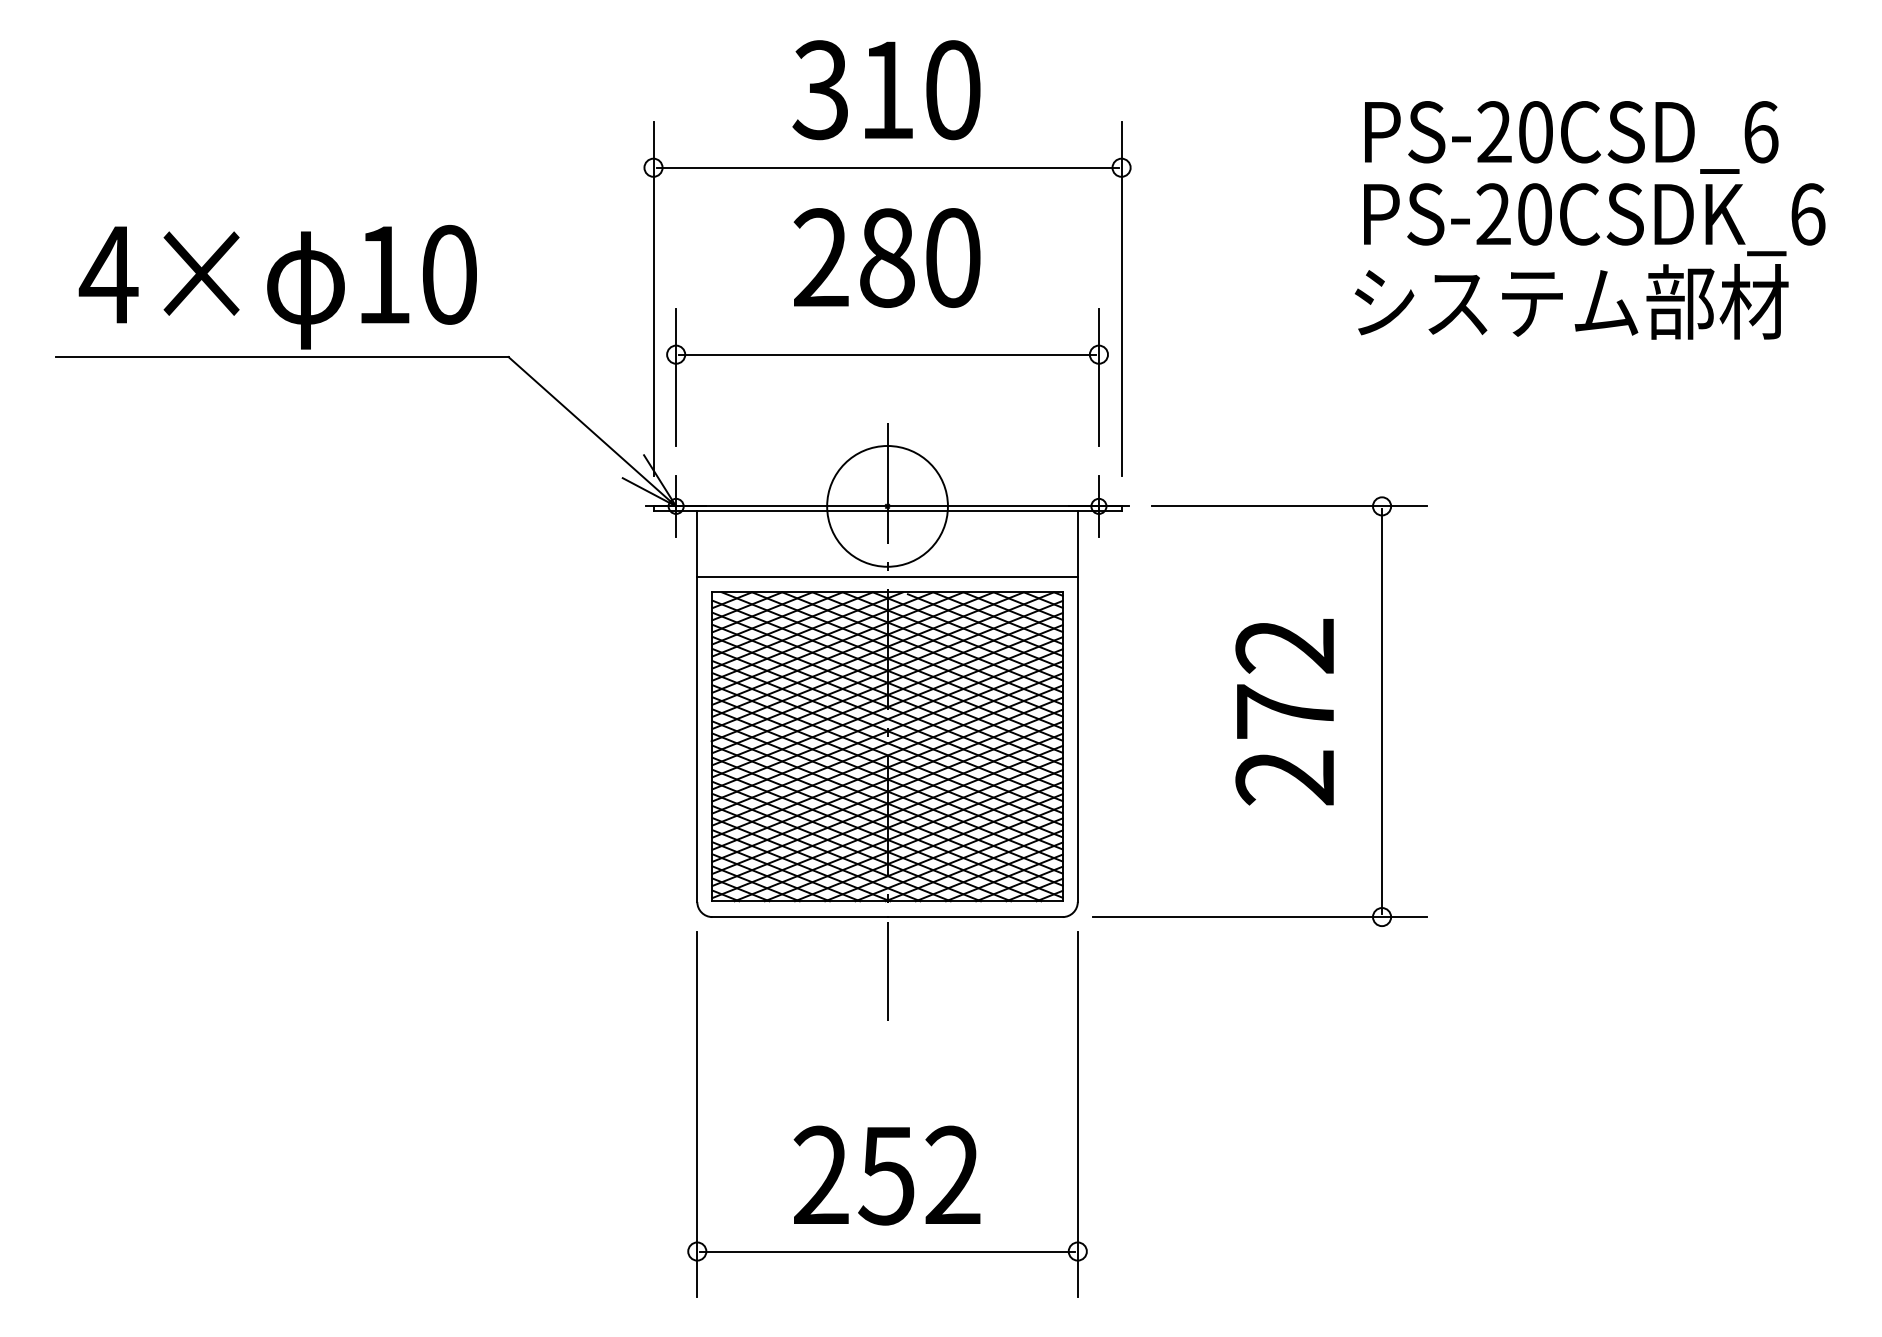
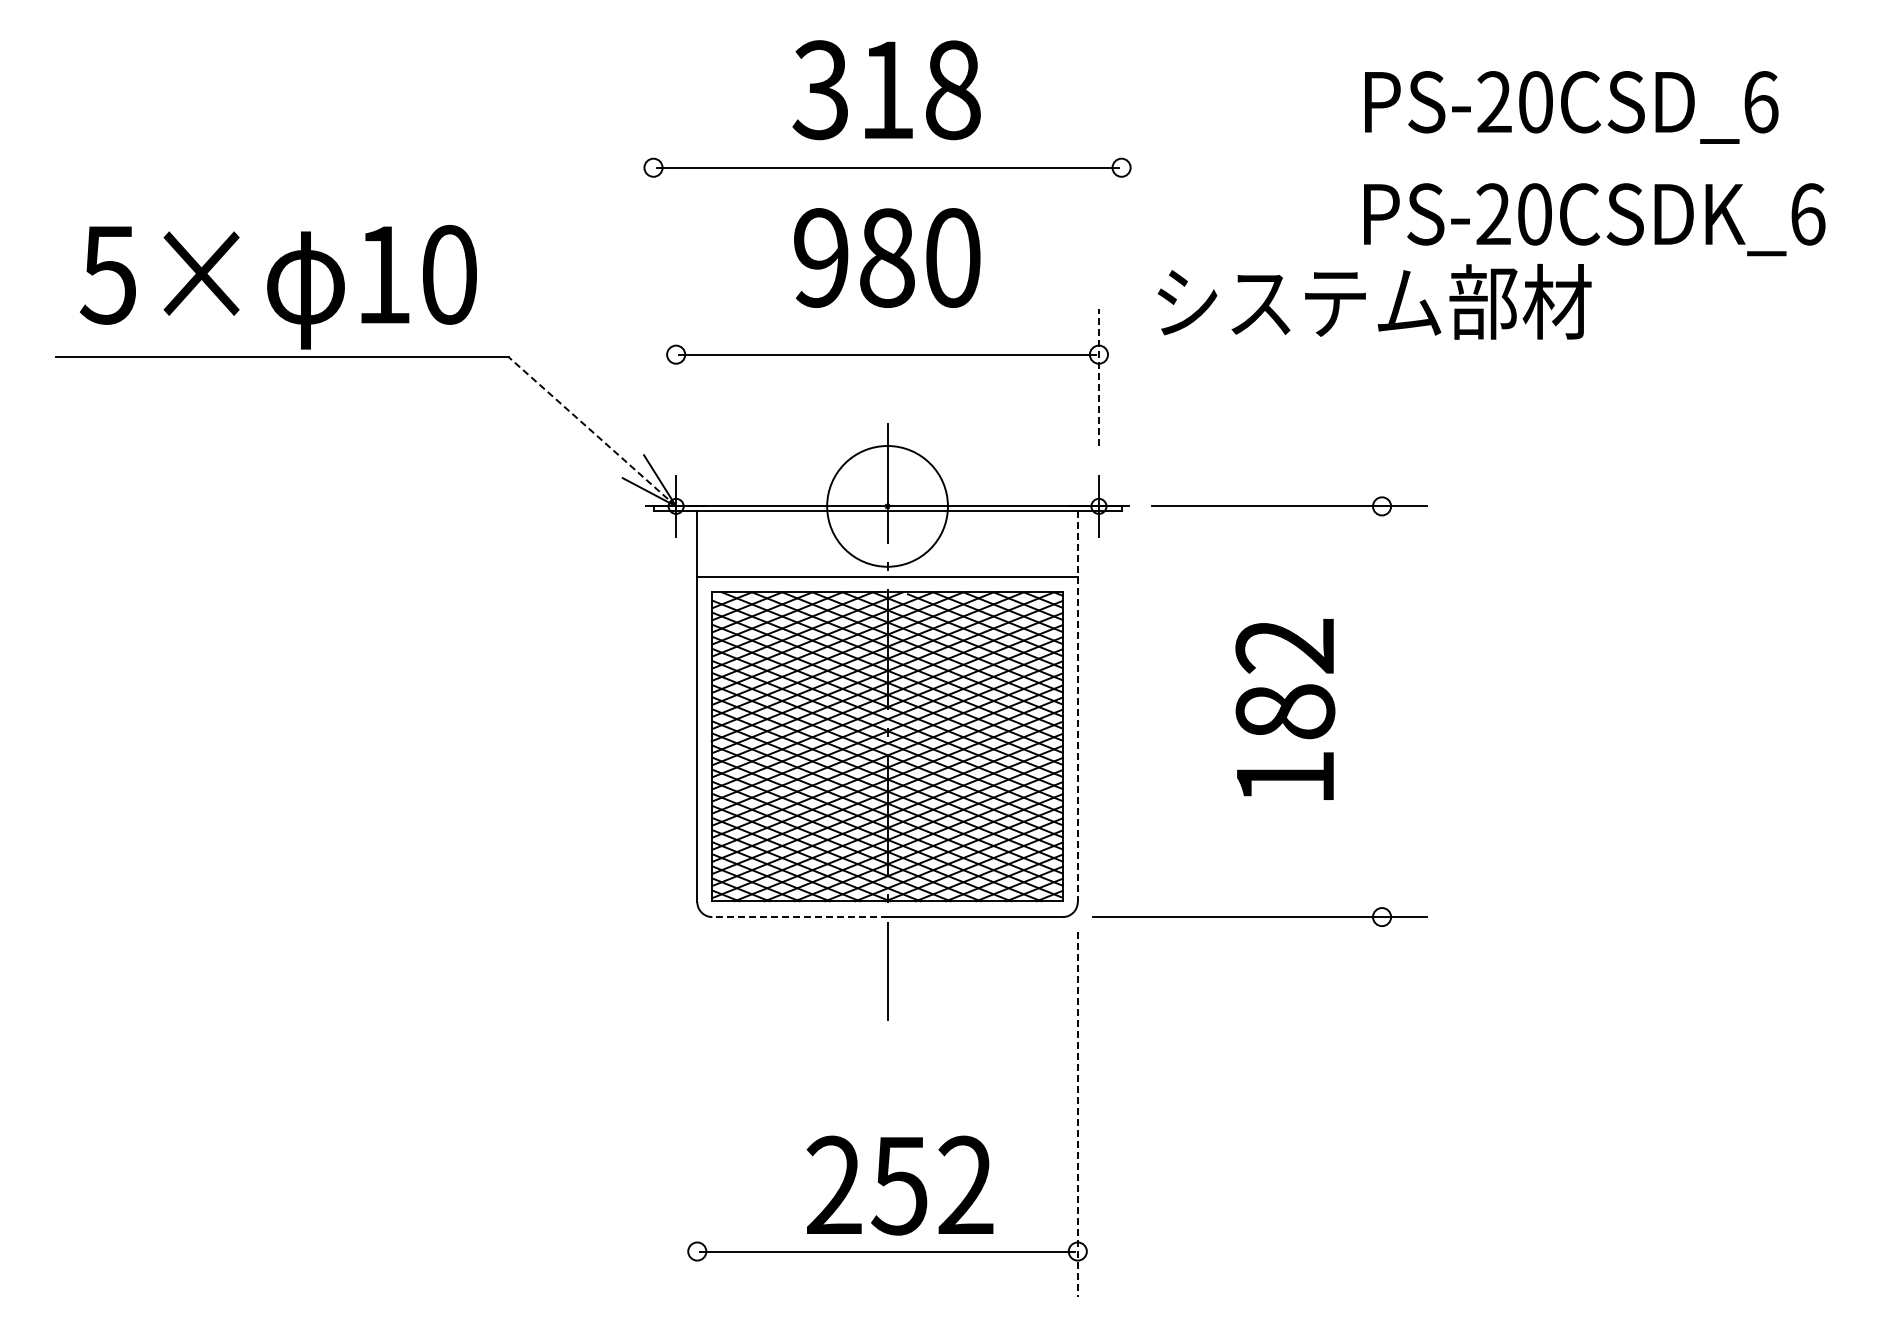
text at (953, 90): 310 -> 318
text at (1571, 137) position: (1571, 137) -> (1571, 107)
text at (820, 257): 280 -> 980
text at (108, 275): 4× -> 5×
line at (653, 299): present -> none
line at (1121, 299): present -> none
text at (1571, 301) position: (1571, 301) -> (1374, 301)
line at (676, 377): present -> none
line at (1098, 377): solid -> dashed
line at (592, 431): solid -> dashed
line at (1077, 706): solid -> dashed
line at (1382, 711): present -> none
text at (1285, 744): 272 -> 182
line at (799, 917): solid -> dashed
line at (697, 1114): present -> none
line at (1077, 1115): solid -> dashed
text at (886, 1175) position: (886, 1175) -> (899, 1185)
